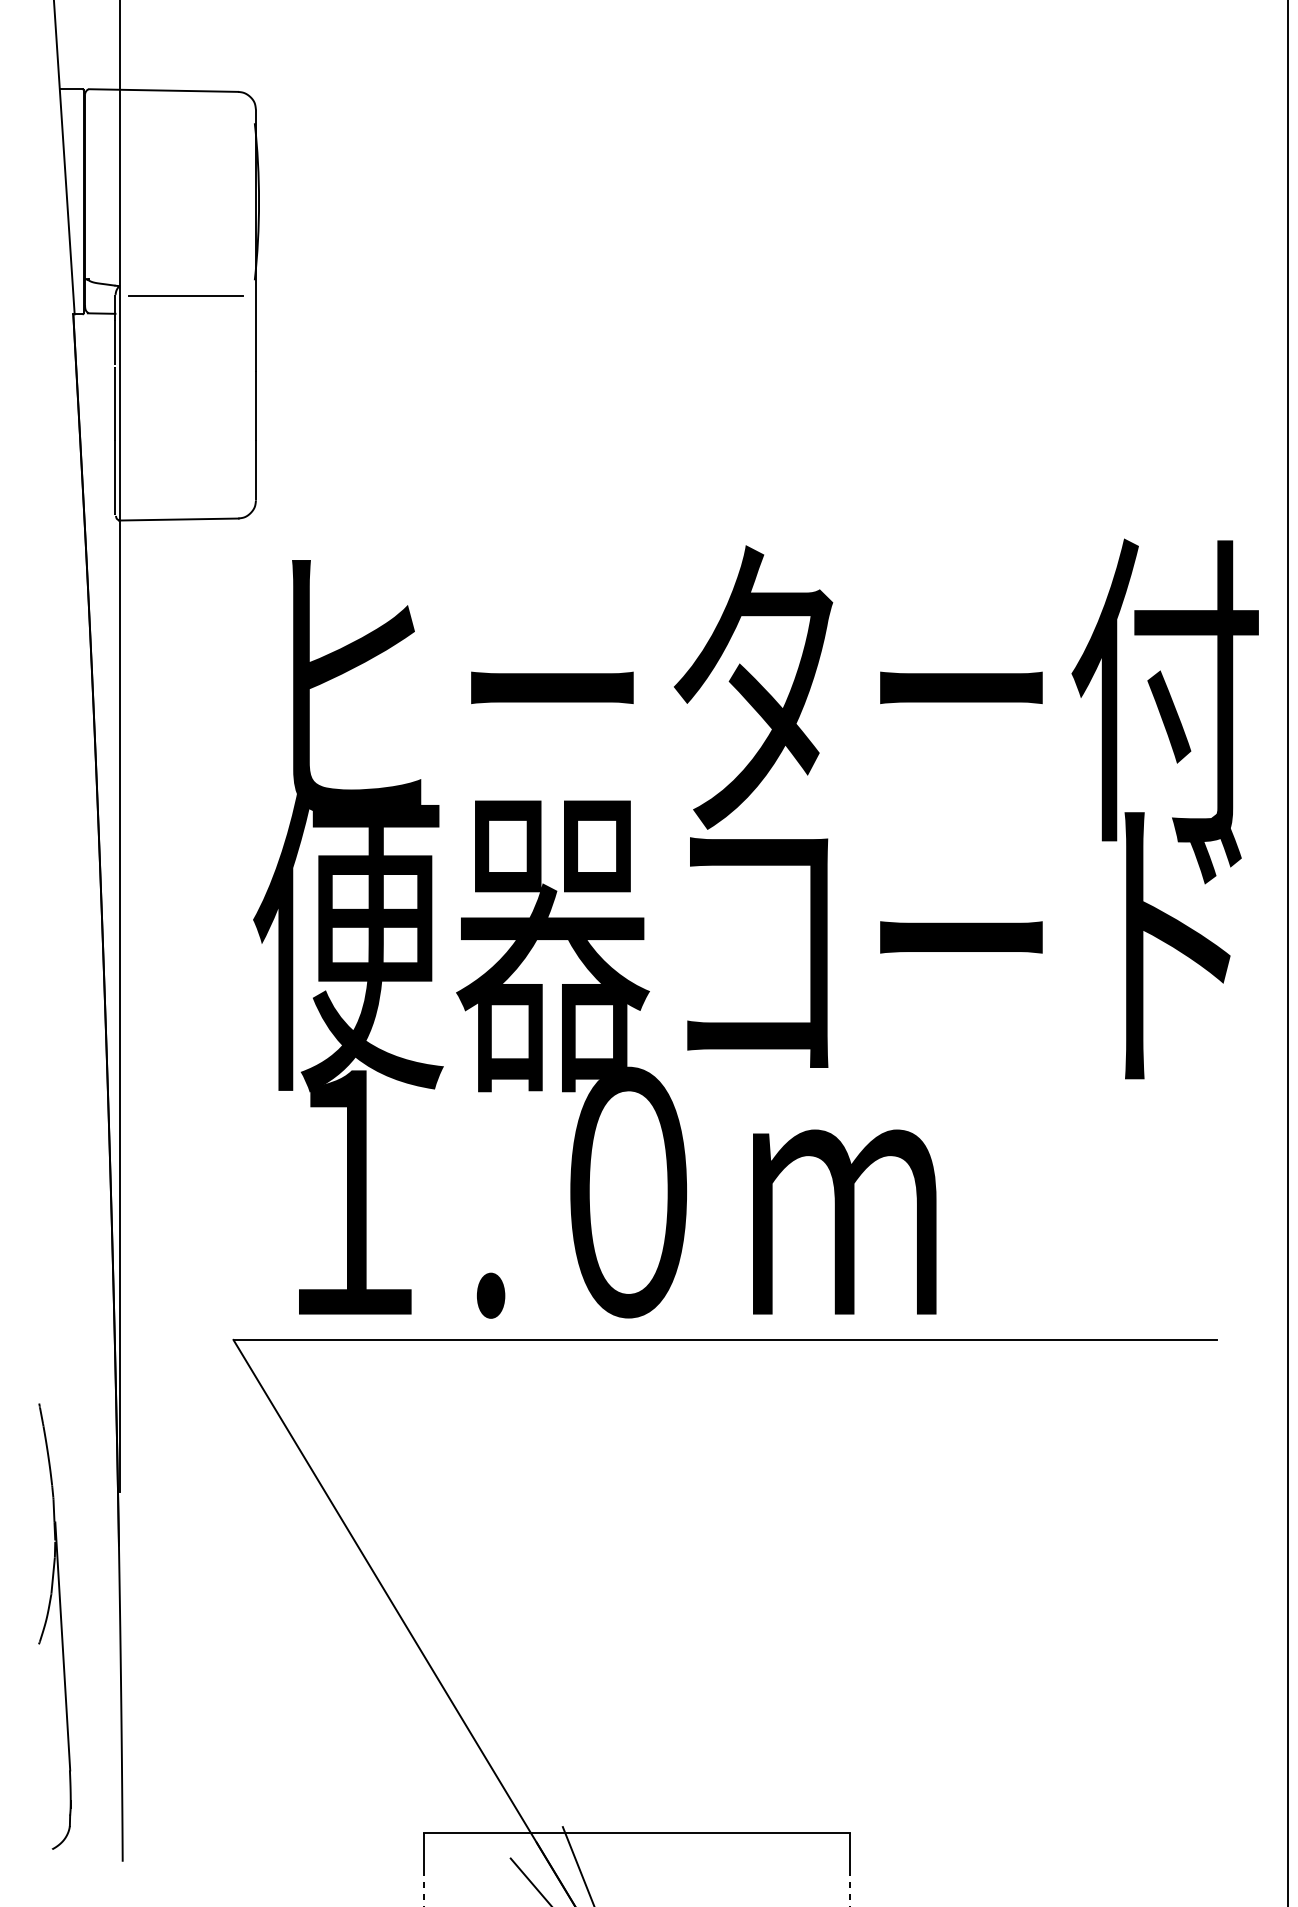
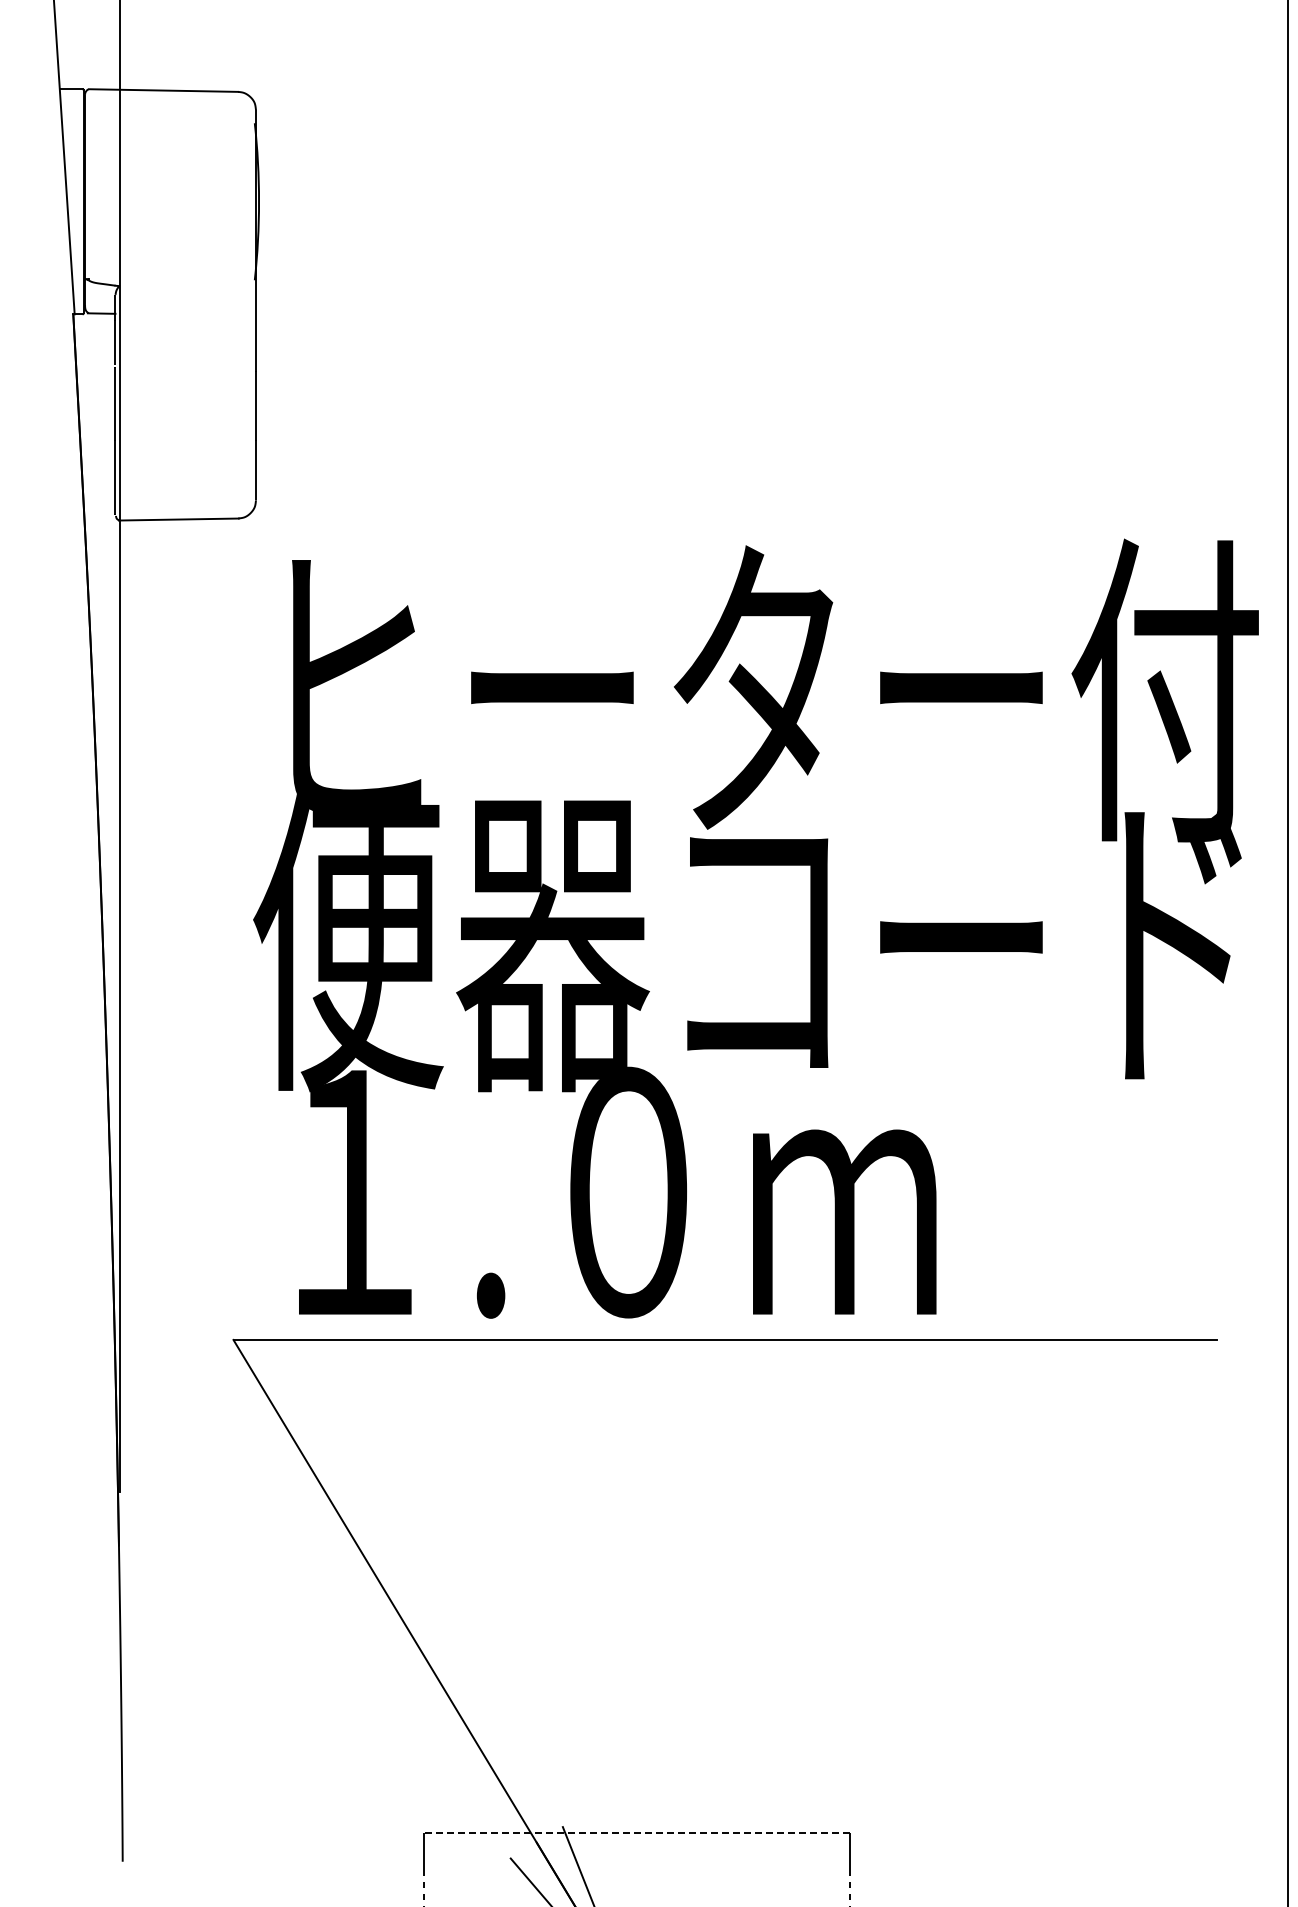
line at (186, 296): present -> none
part at (54, 1626): present -> none
line at (636, 1832): solid -> dashed
